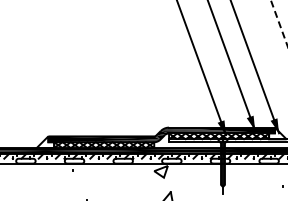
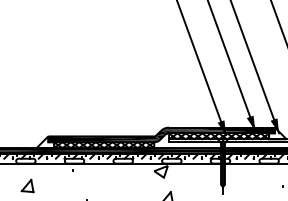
line at (279, 23): dashed -> solid
part at (27, 185): none -> present
